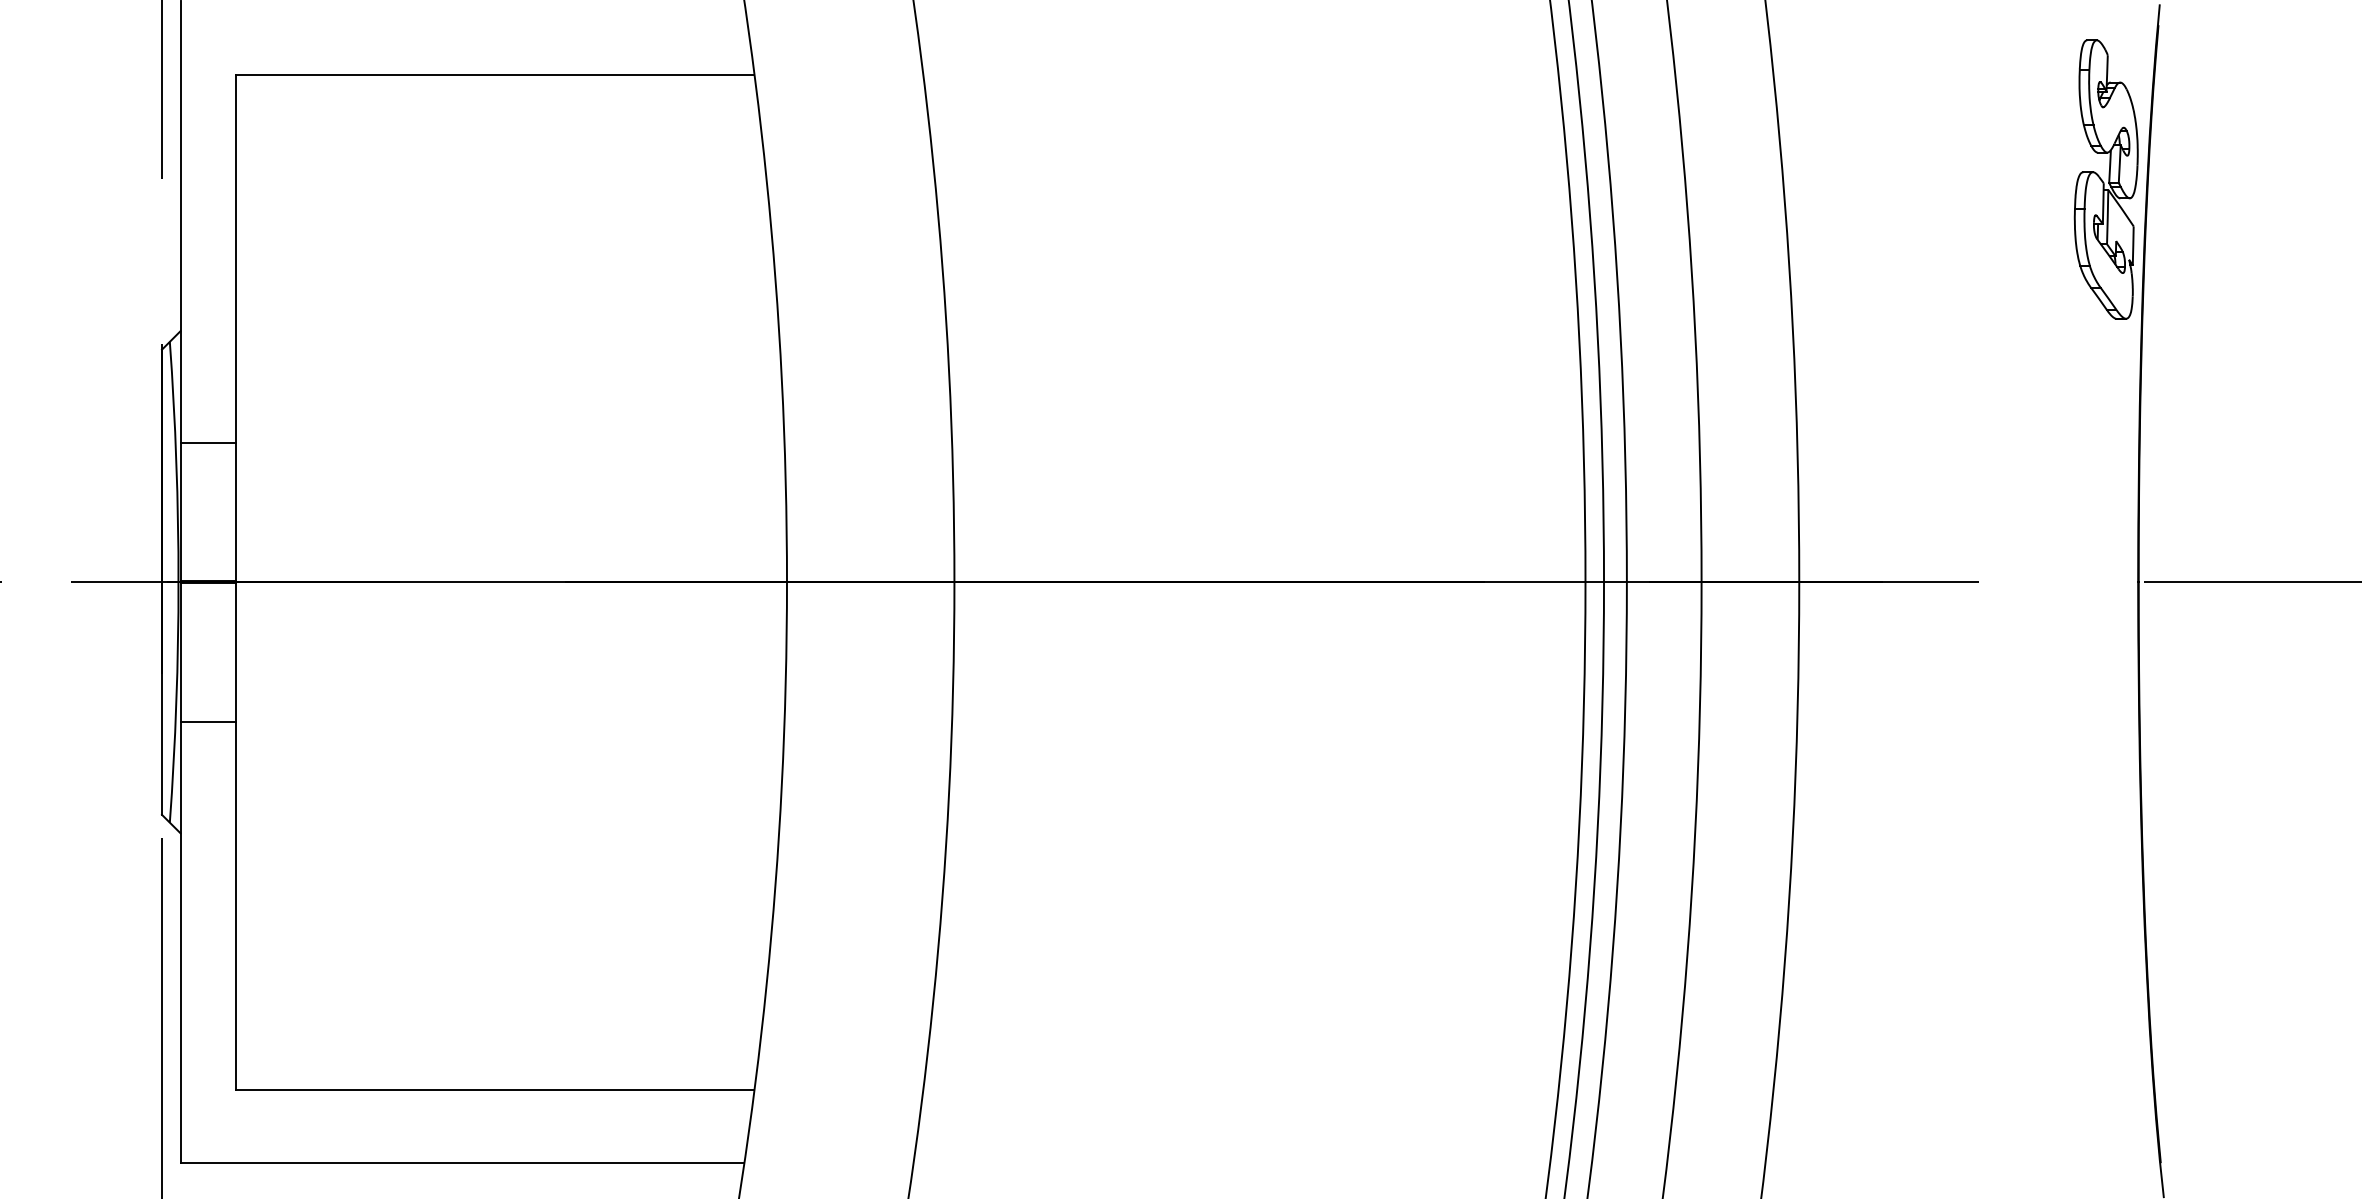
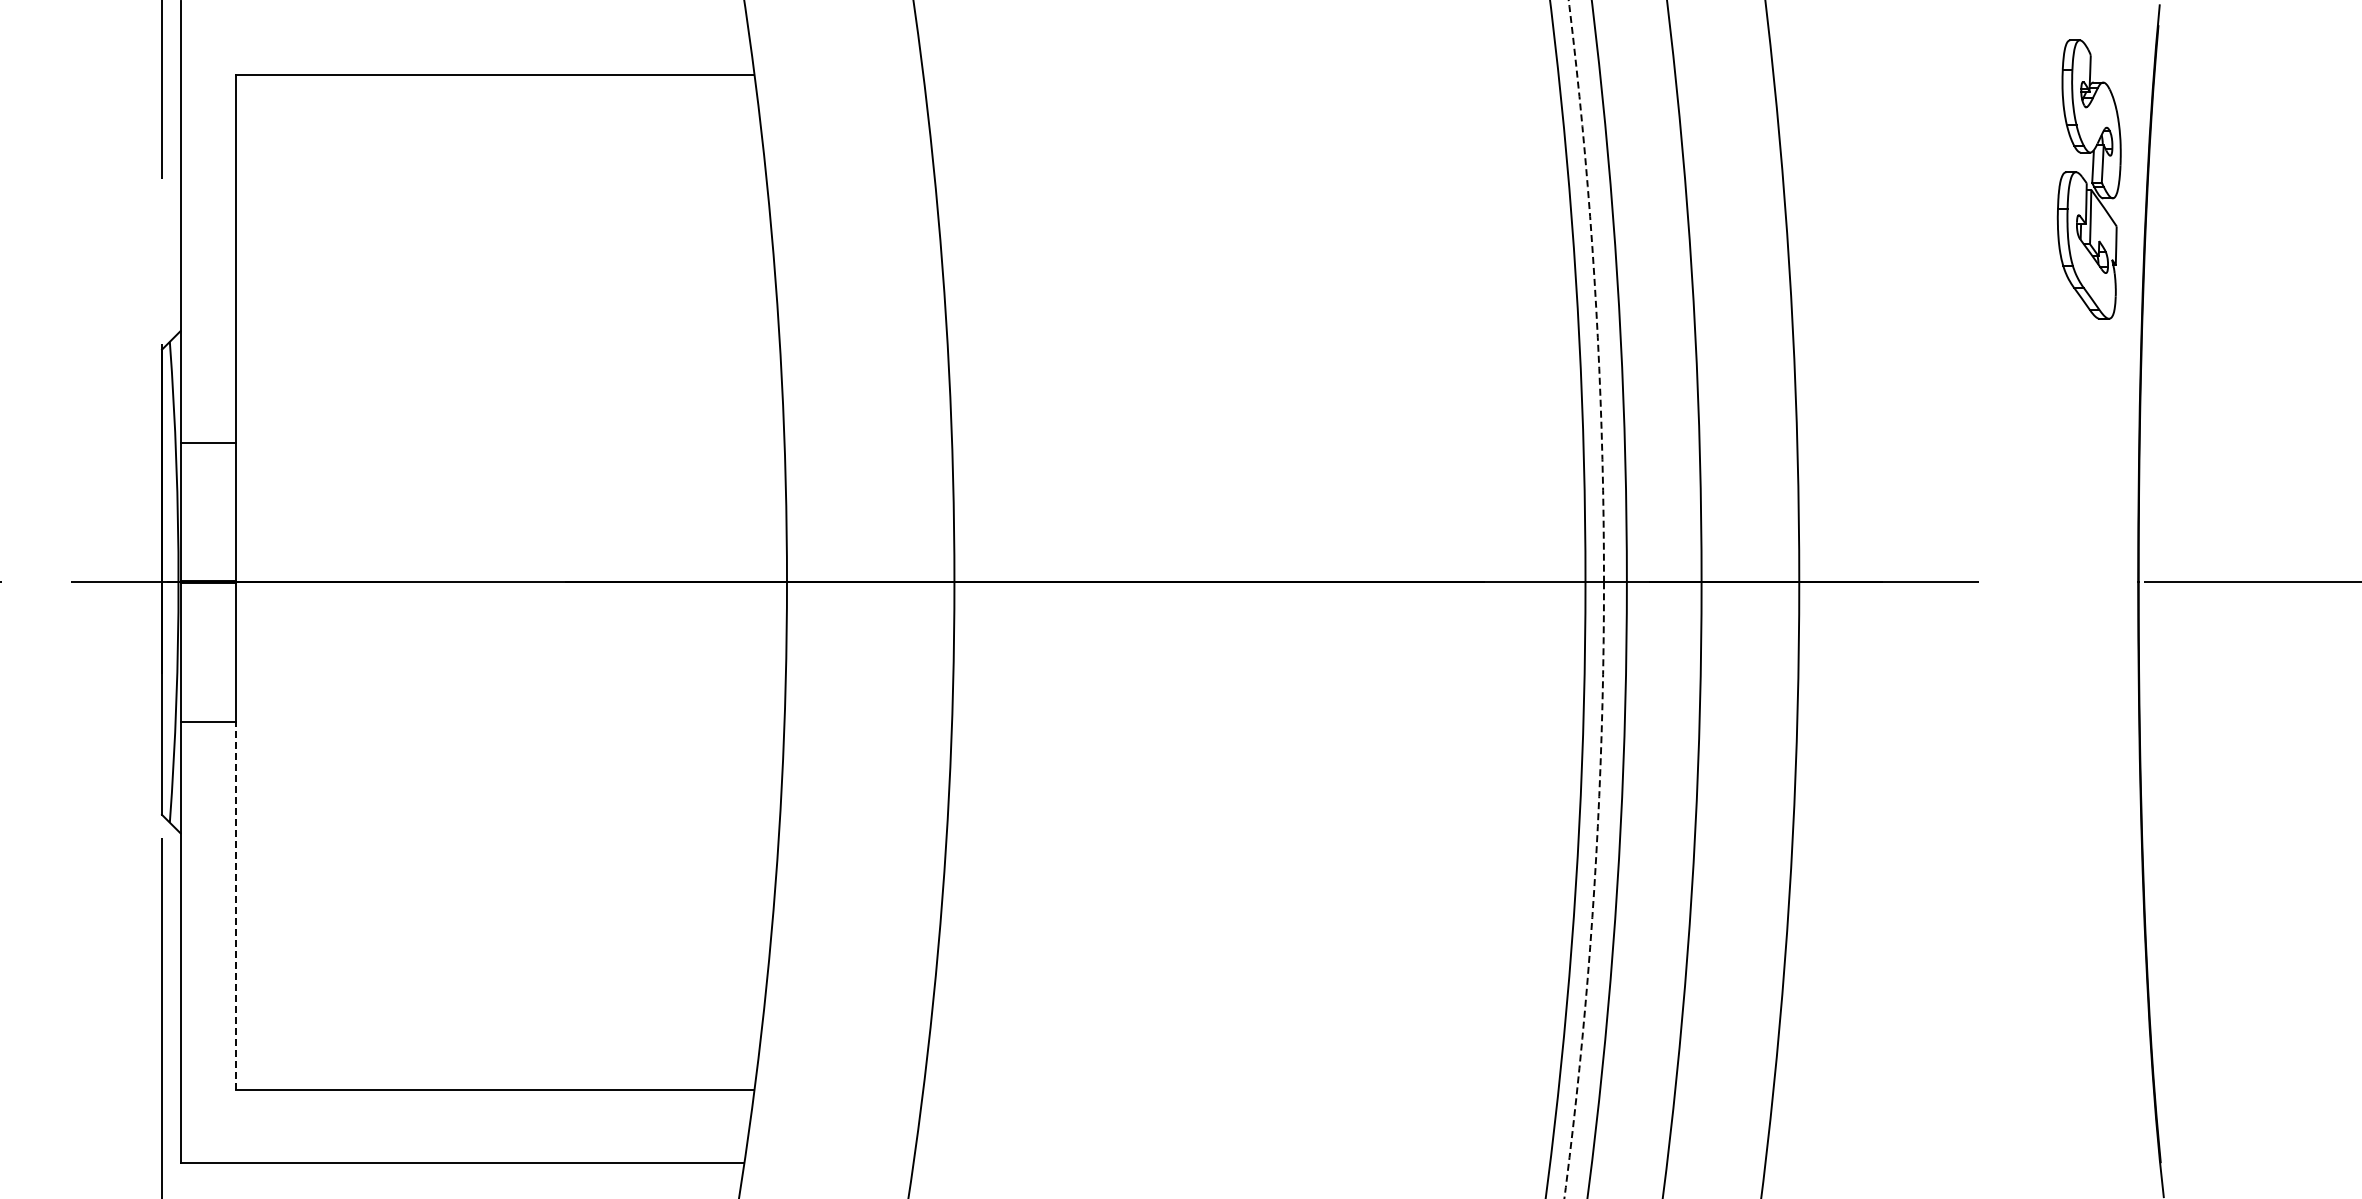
part at (2105, 179) position: (2105, 179) -> (2088, 179)
circle at (1584, 599): solid -> dashed
line at (236, 905): solid -> dashed
